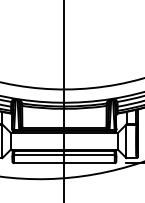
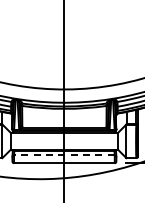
line at (63, 155): solid -> dashed
